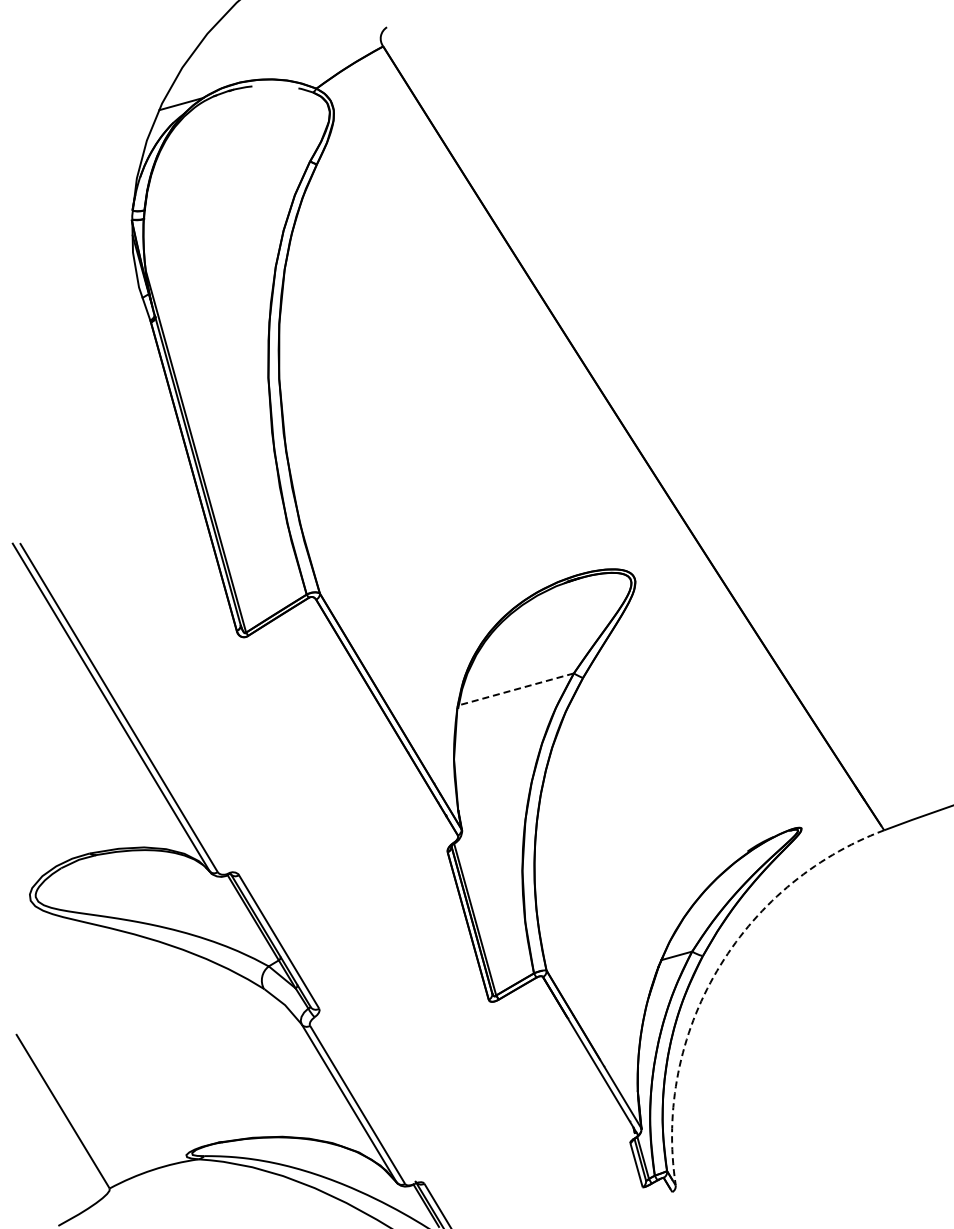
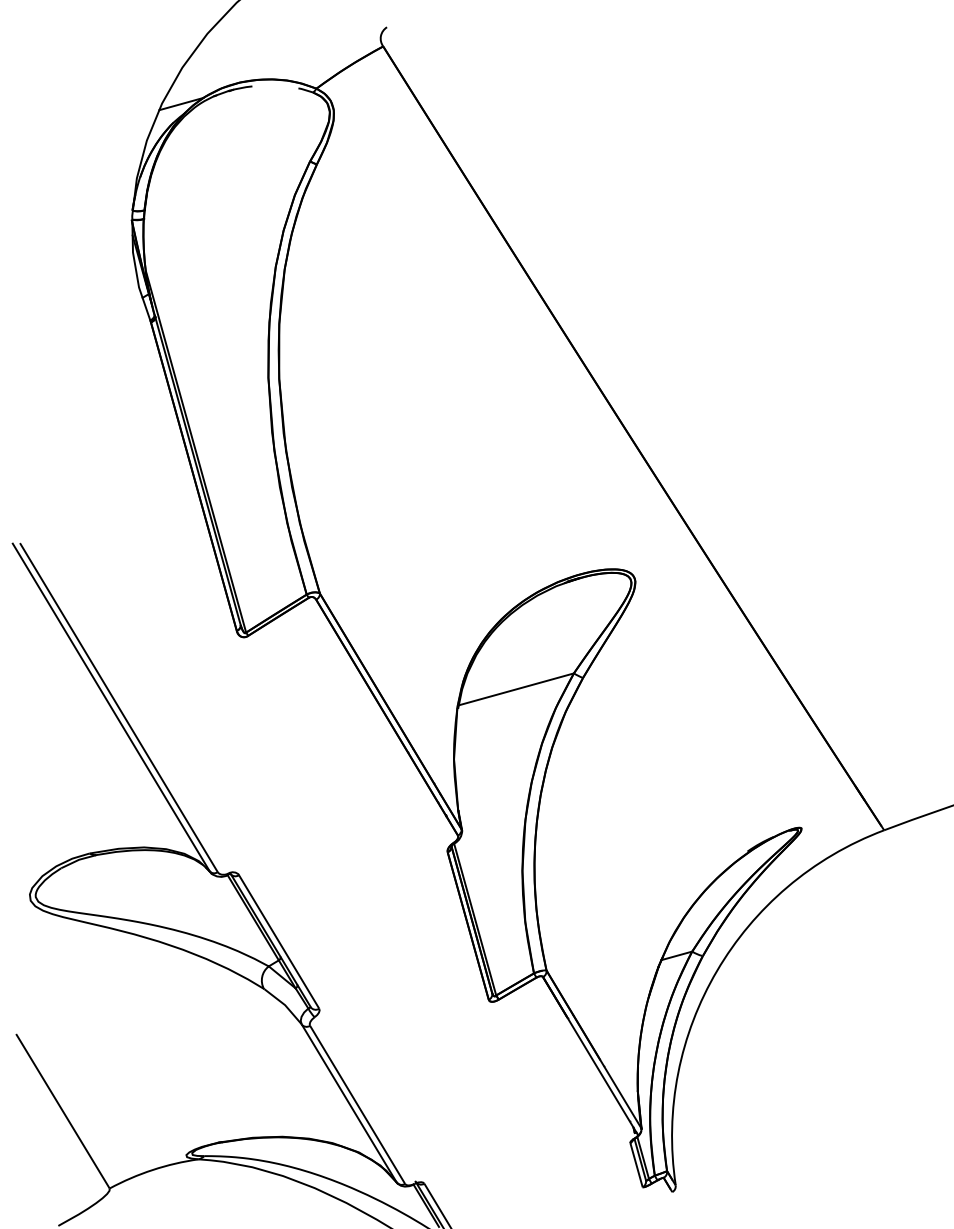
line at (515, 689): dashed -> solid
arc at (717, 970): dashed -> solid
